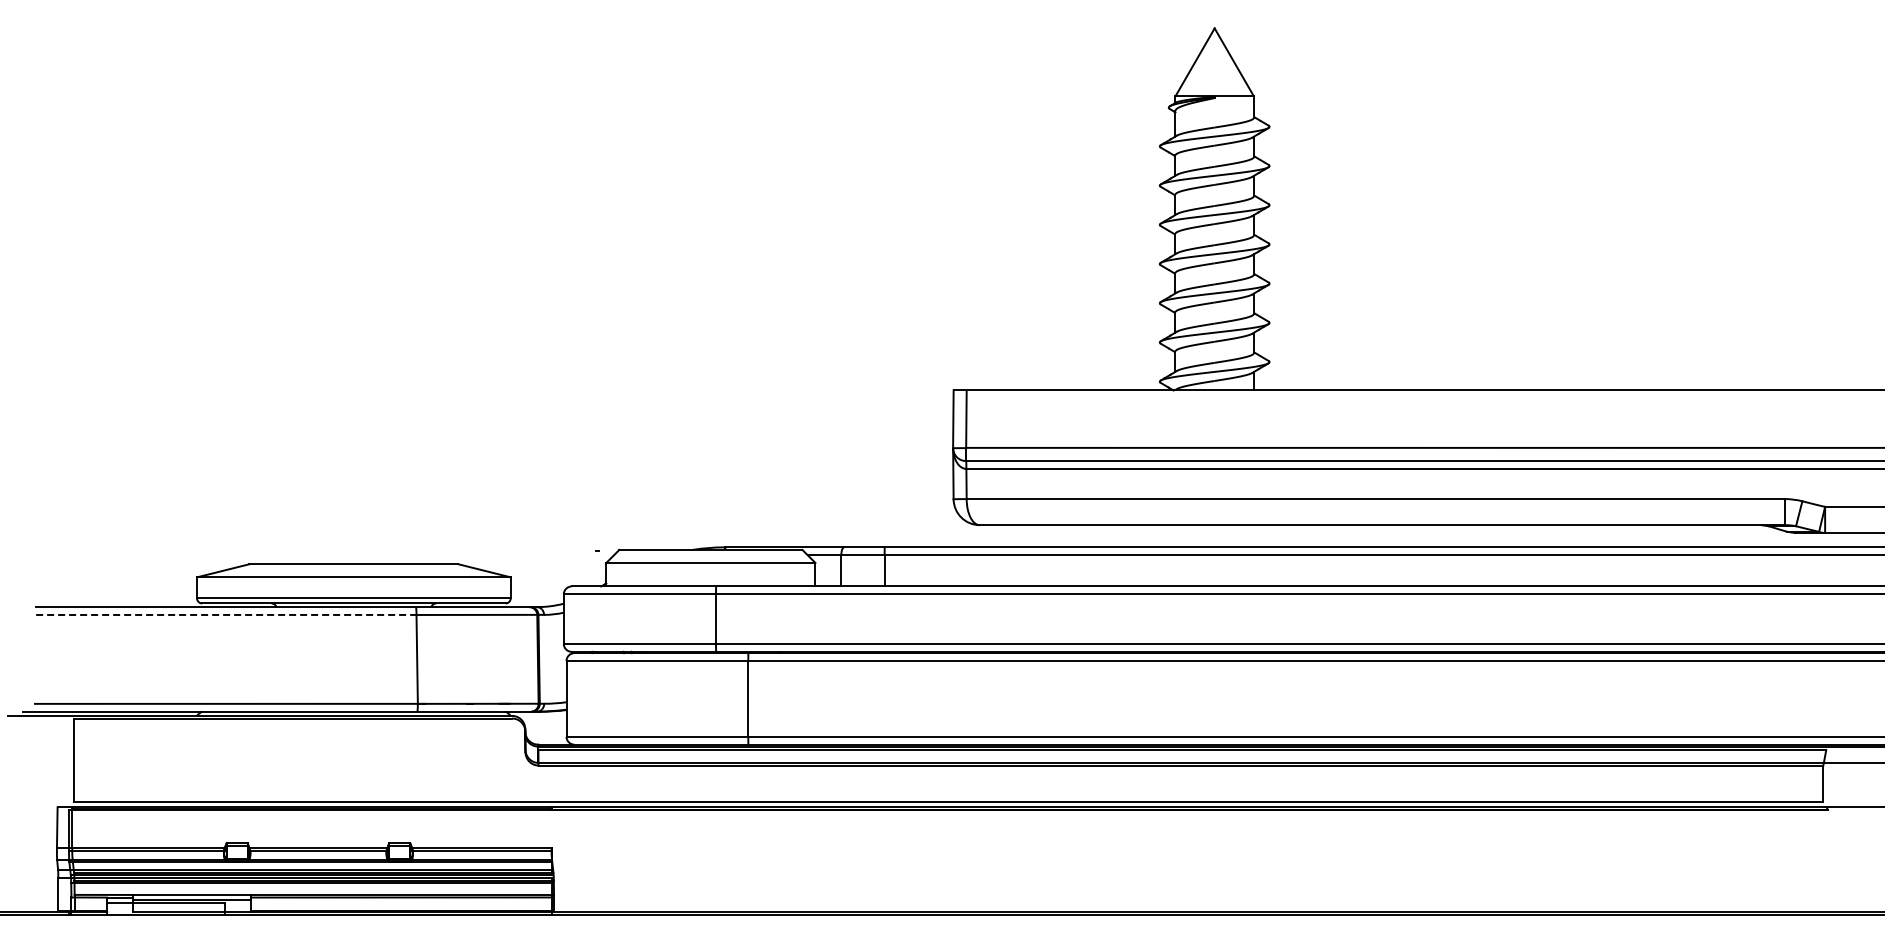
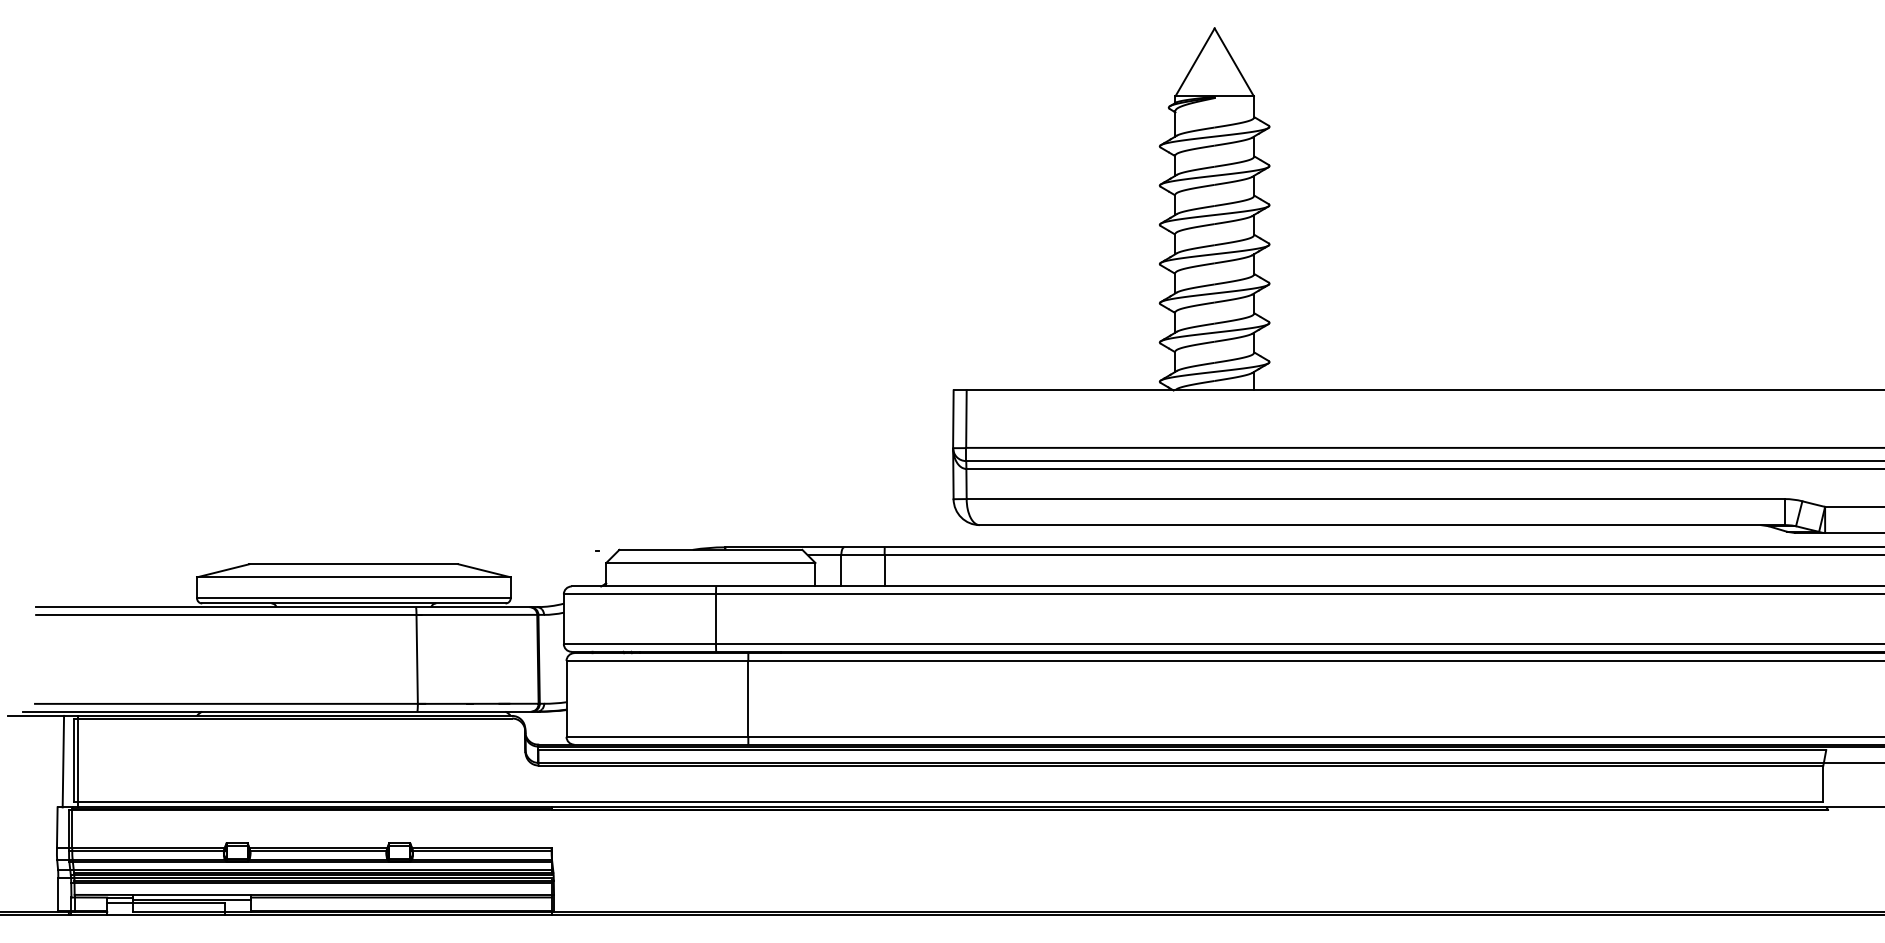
line at (228, 614): dashed -> solid
line at (63, 761): none -> present
line at (77, 761): none -> present
